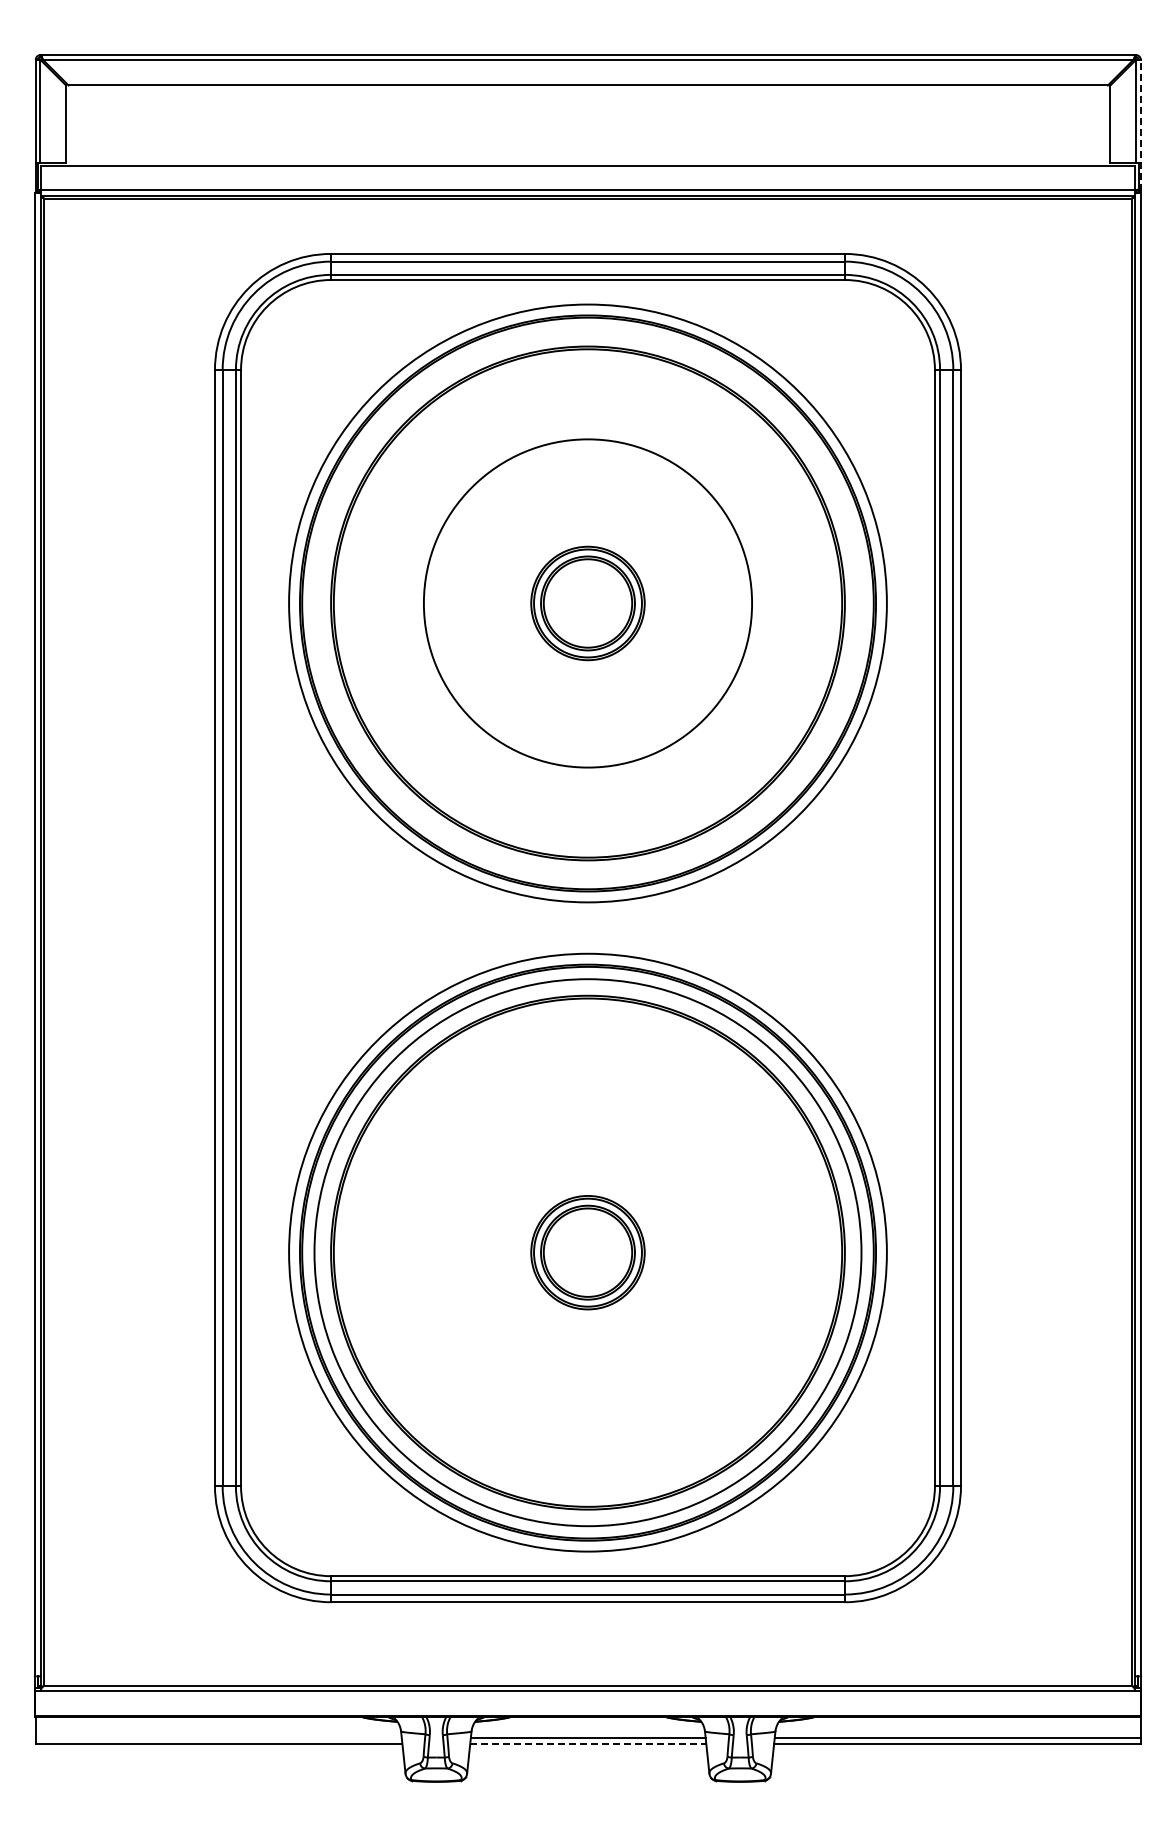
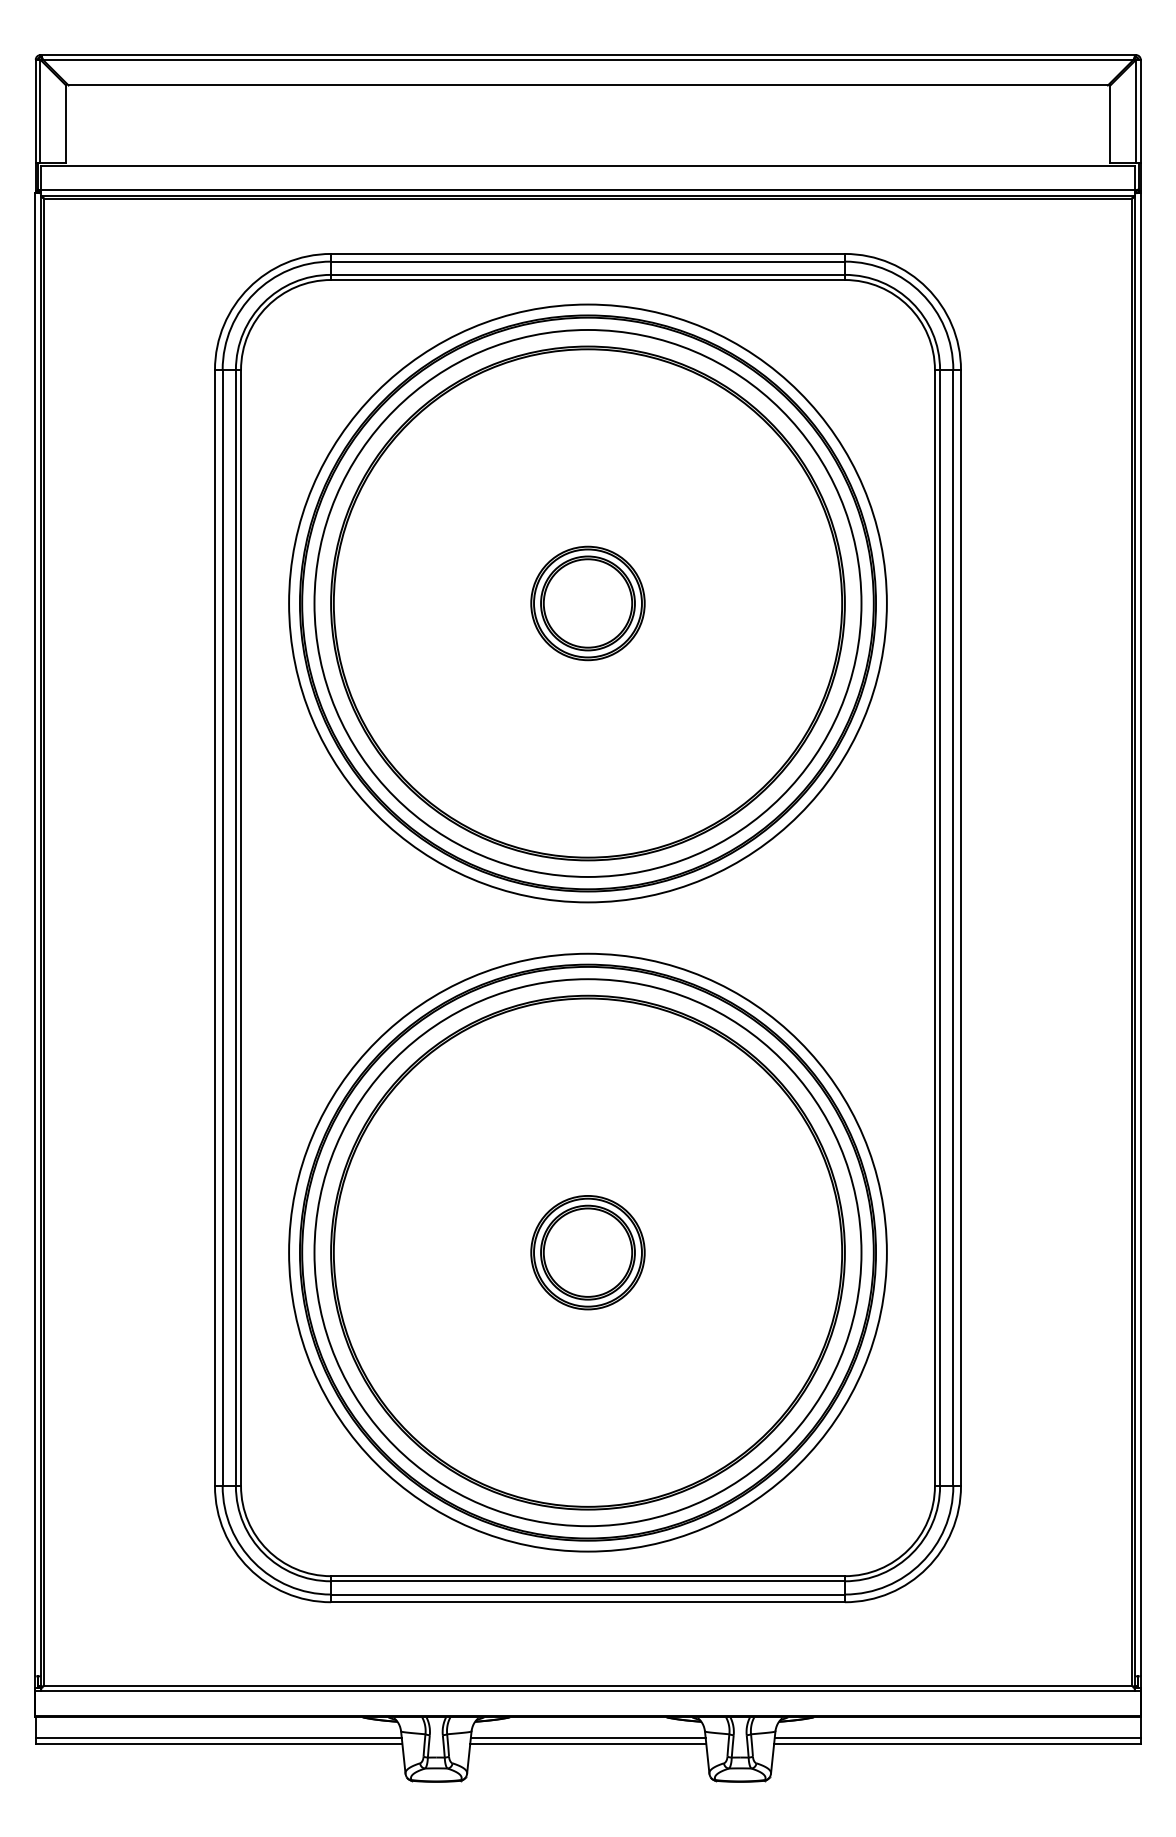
line at (1140, 125): dashed -> solid
circle at (587, 603) diameter: 328 px -> 547 px
line at (218, 1738): none -> present
line at (588, 1743): dashed -> solid
